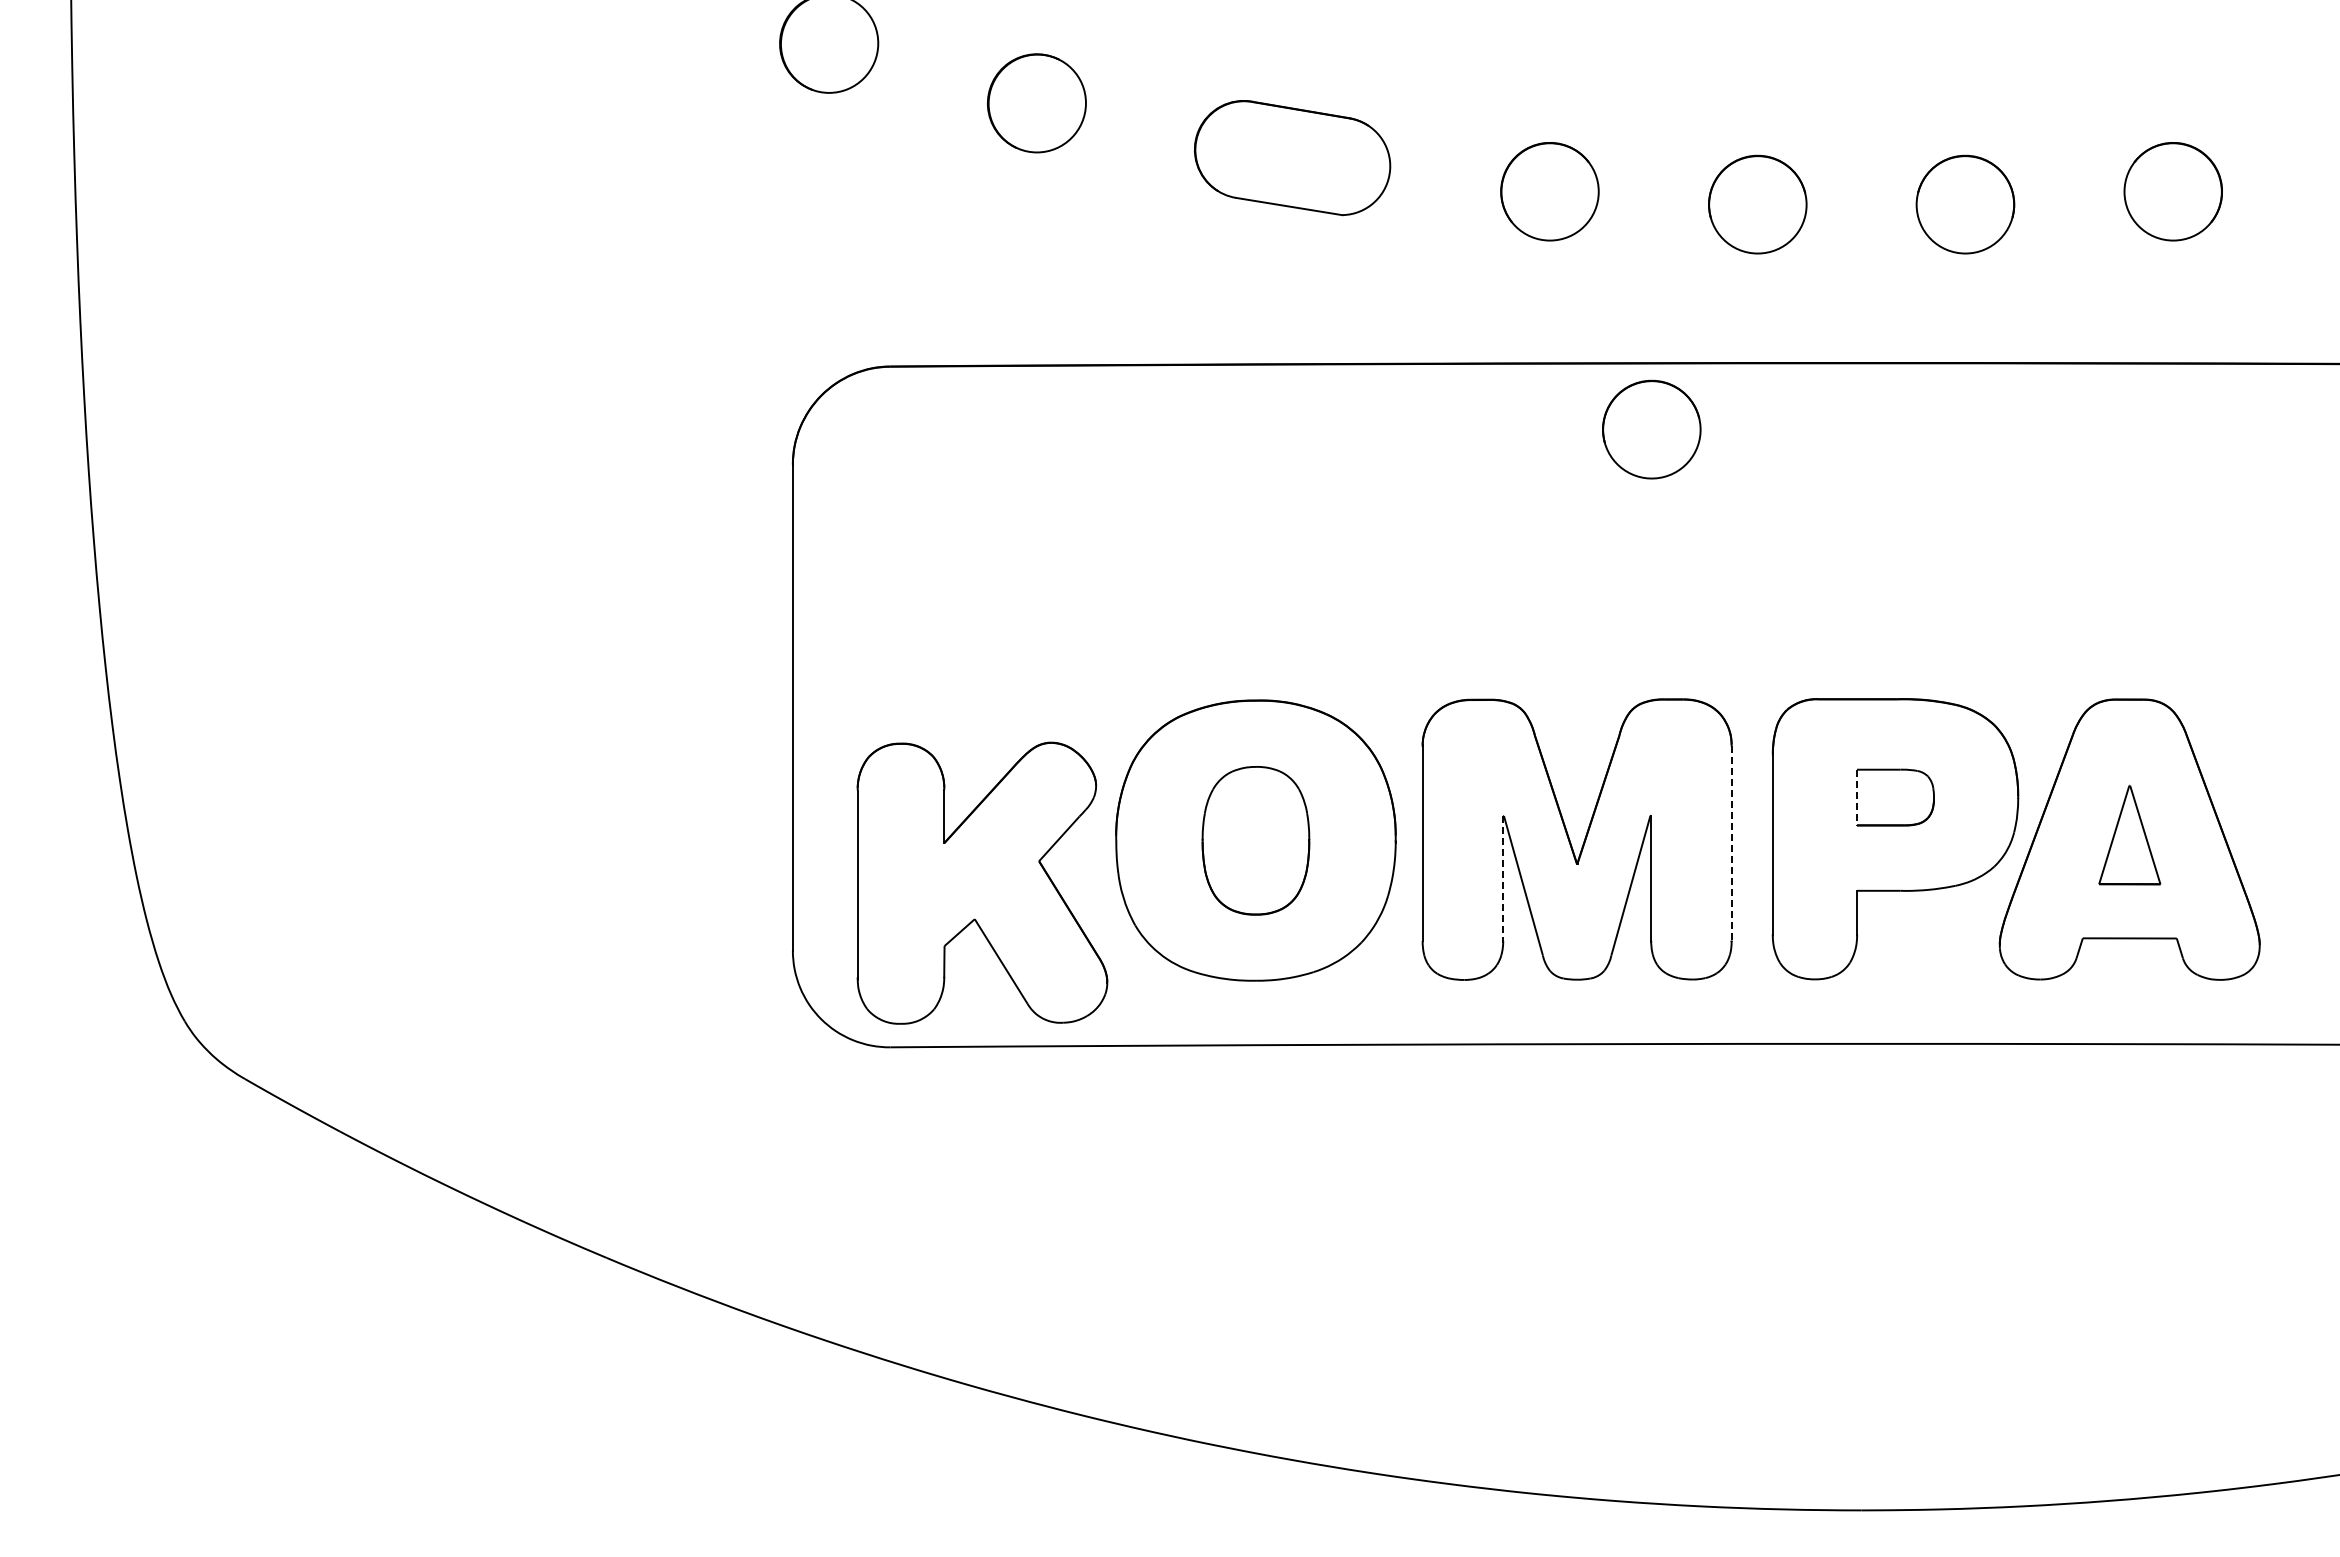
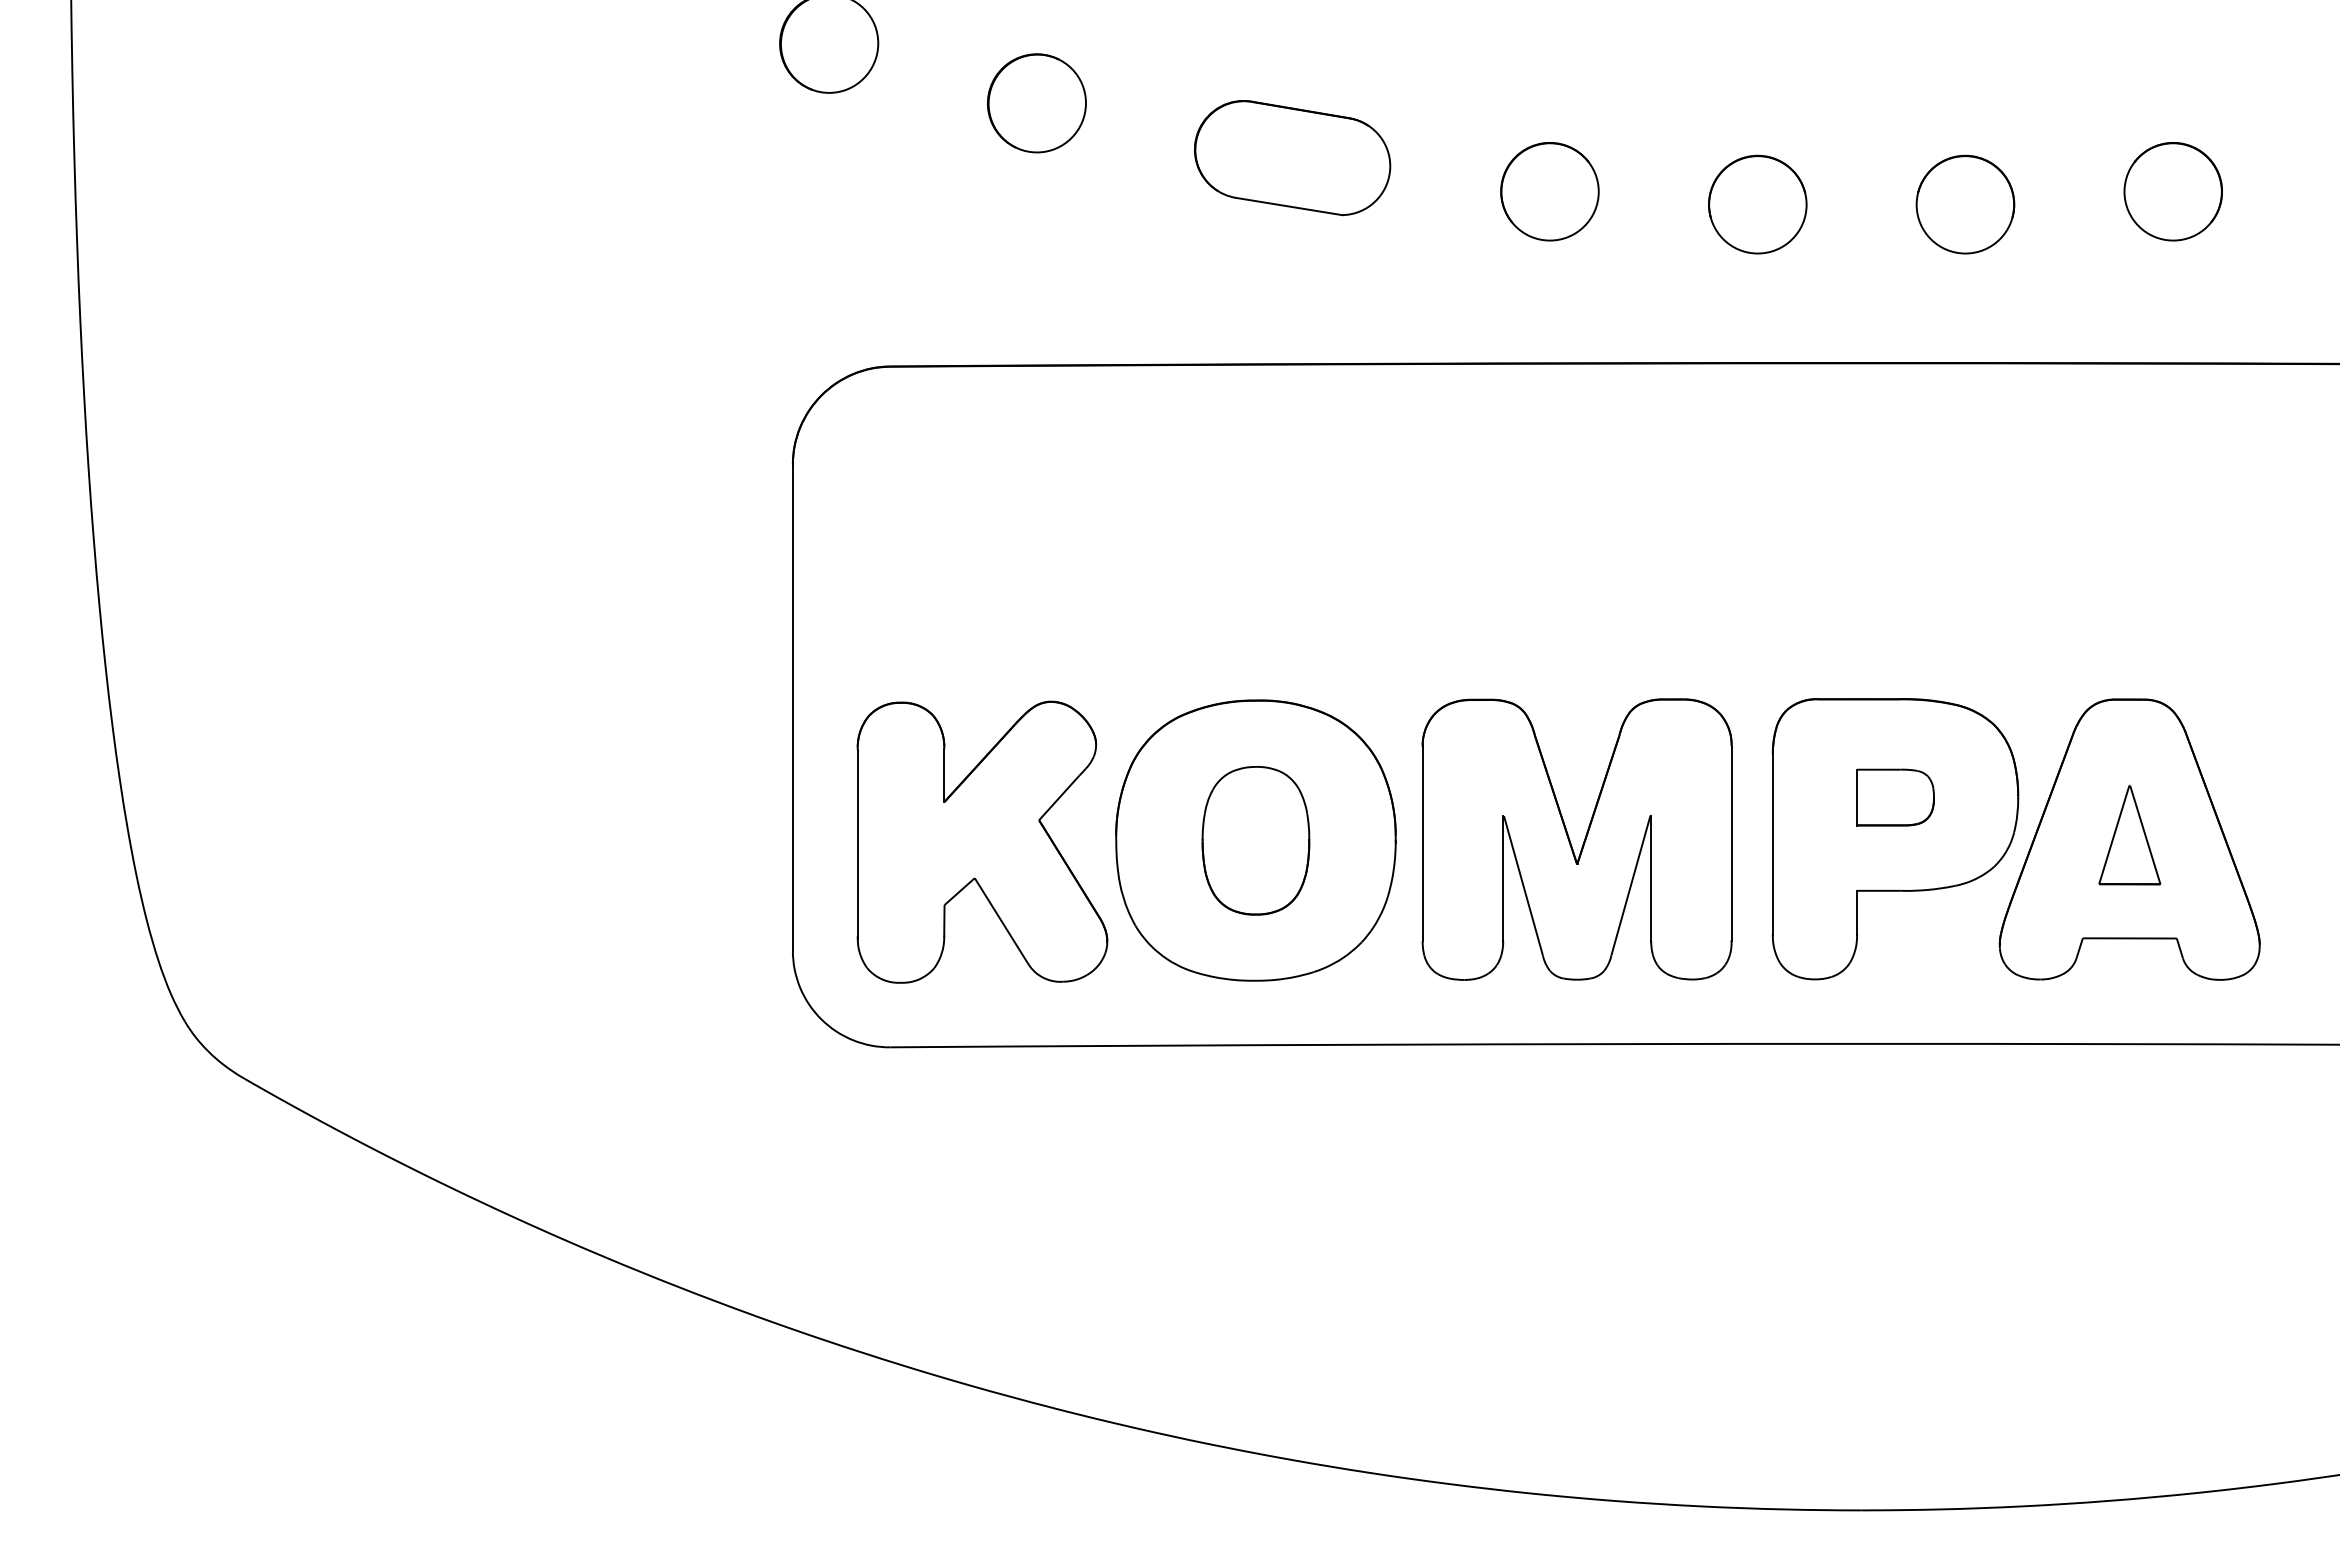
part at (1651, 429): present -> none
line at (1857, 797): dashed -> solid
line at (1731, 844): dashed -> solid
line at (1503, 878): dashed -> solid
part at (982, 882) position: (982, 882) -> (982, 841)
